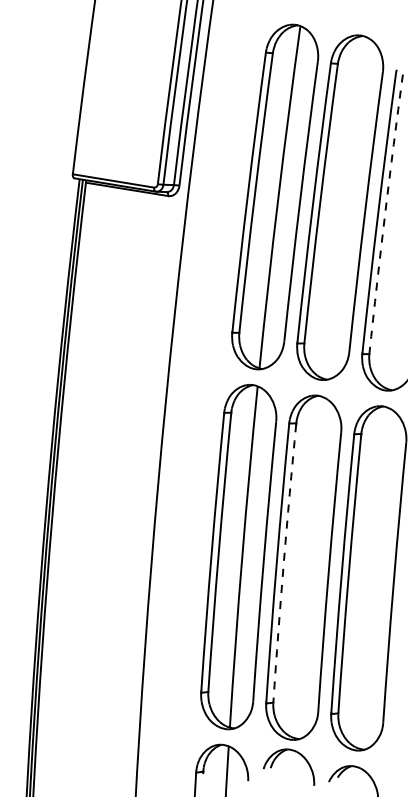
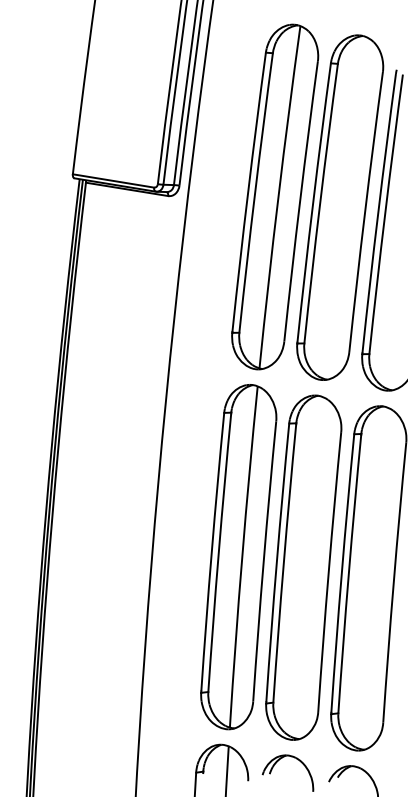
arc at (385, 214): dashed -> solid
arc at (283, 563): dashed -> solid
part at (278, 756) position: (278, 756) -> (277, 762)
